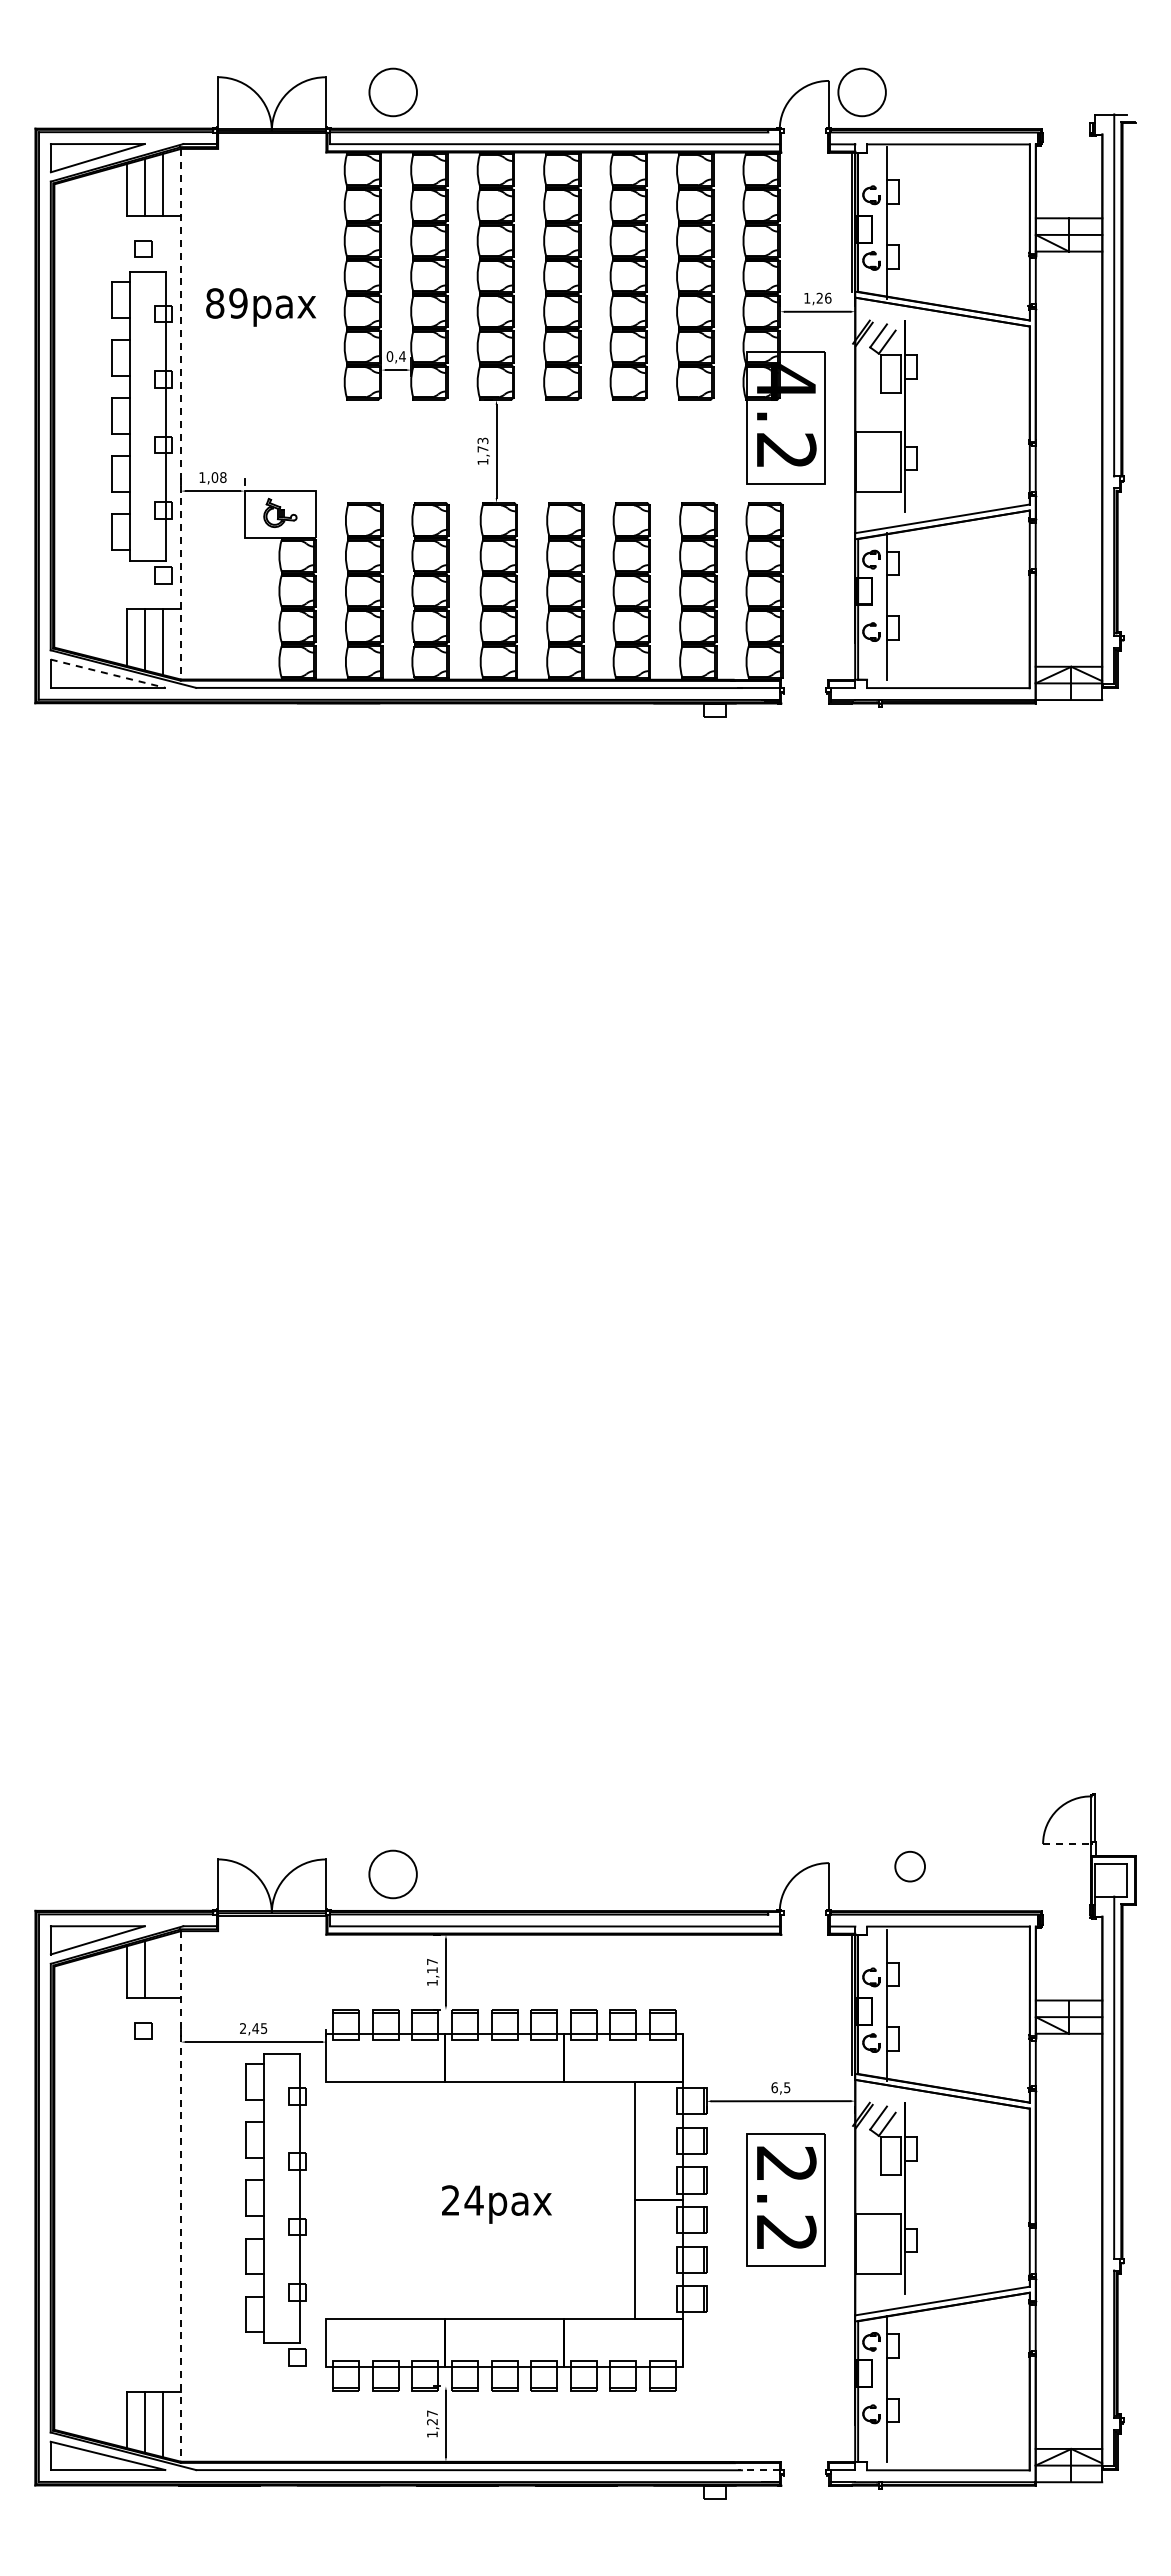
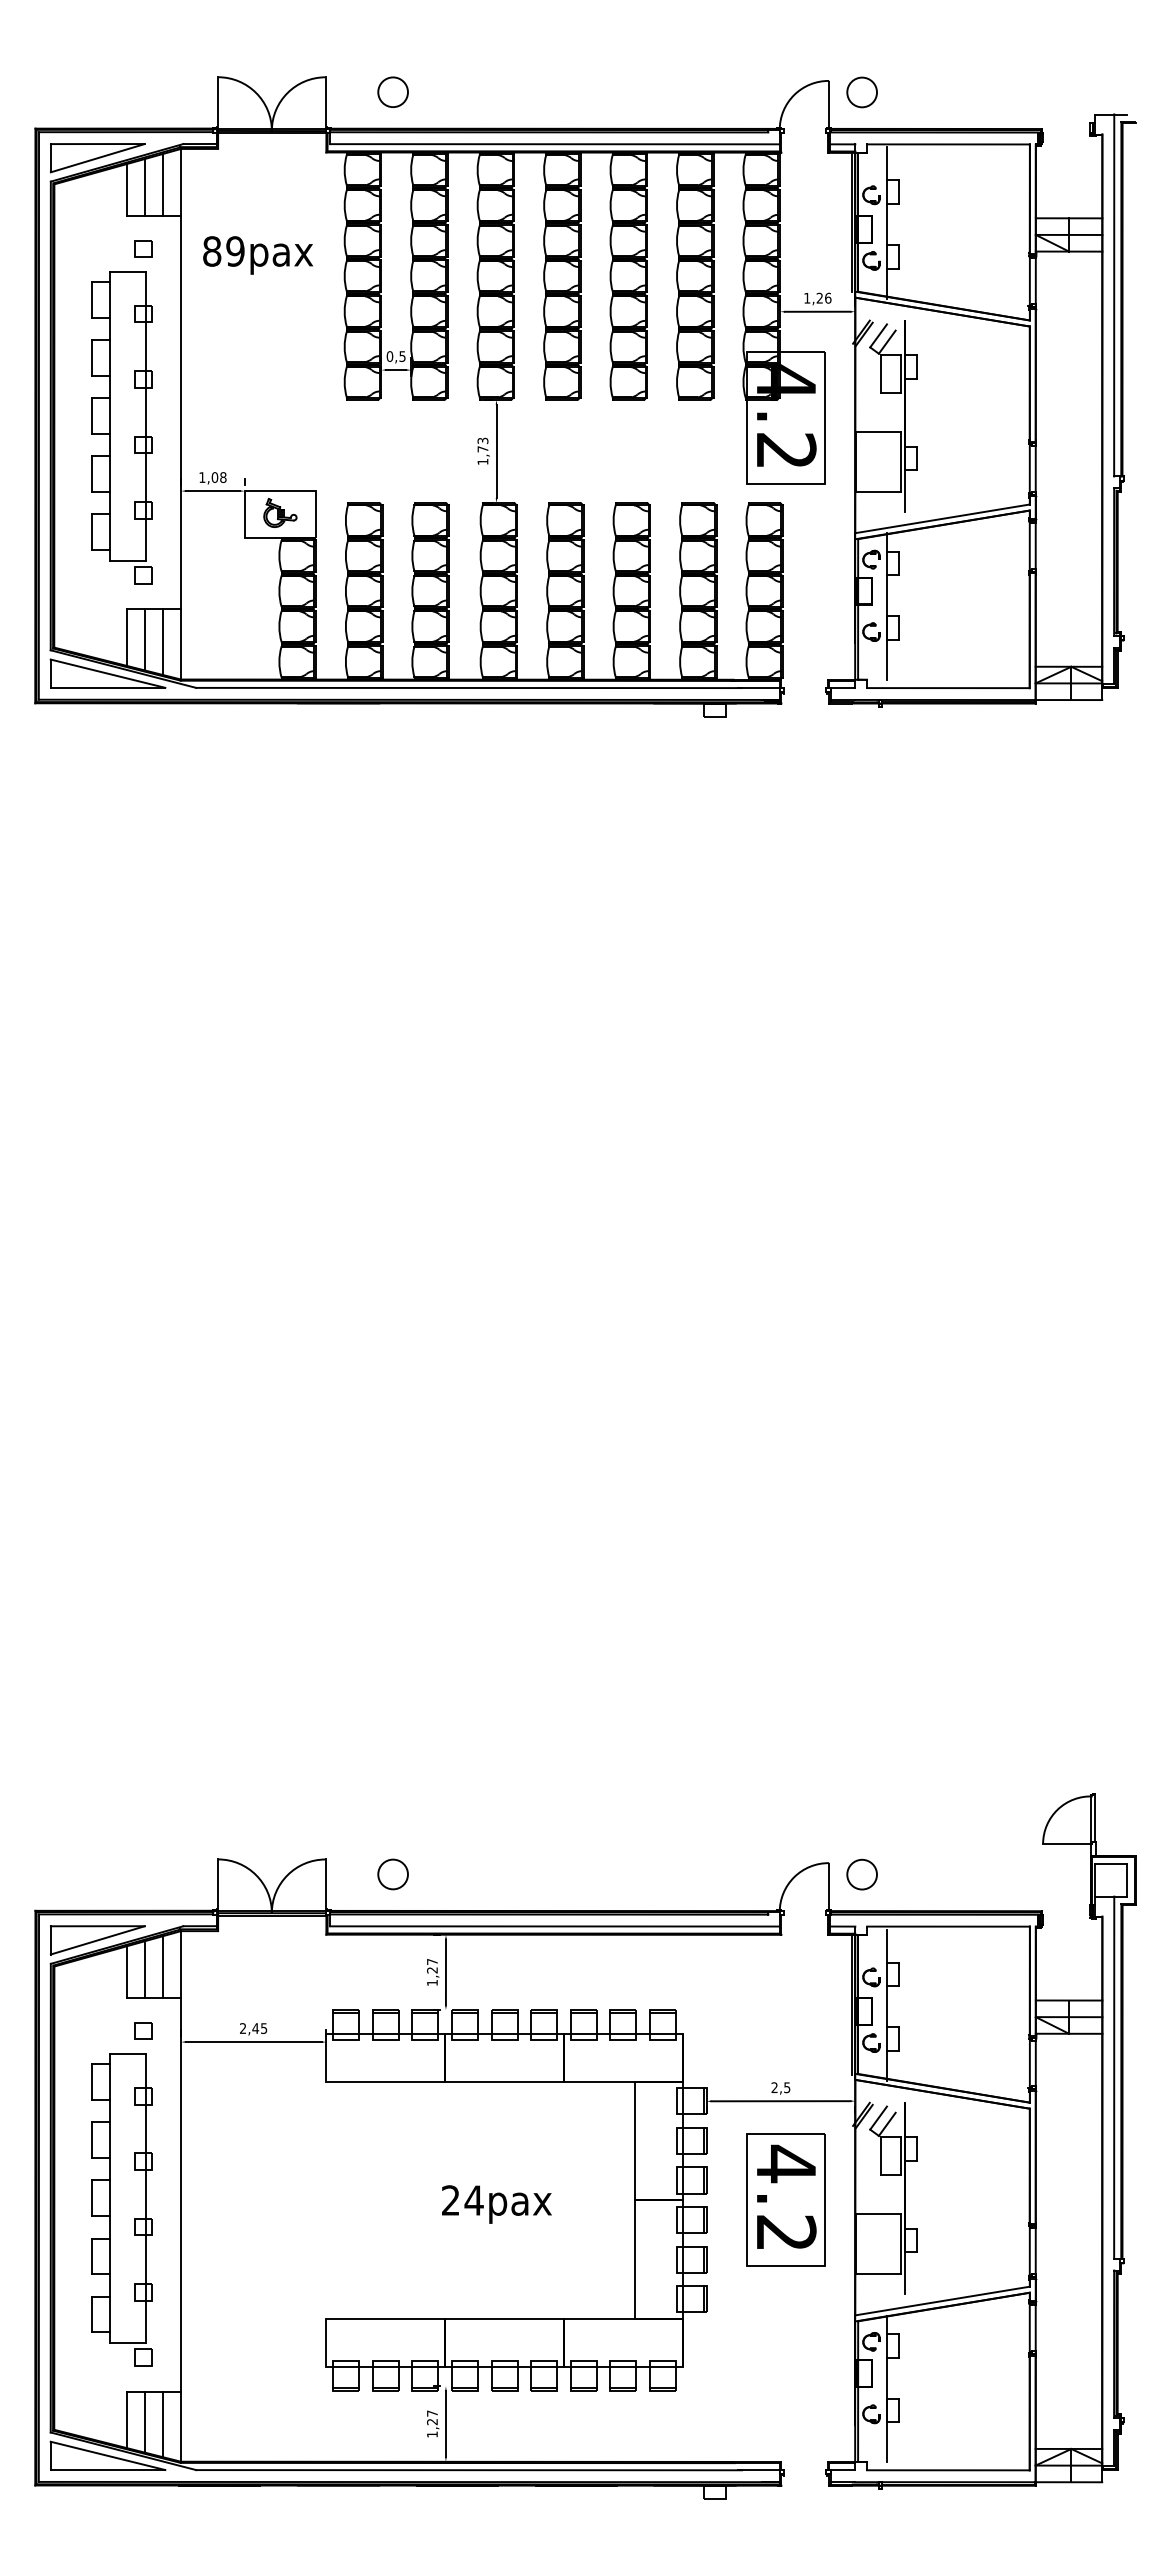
circle at (392, 92) size: 50x51 px -> 32x32 px
circle at (861, 92) diameter: 48 px -> 30 px
text at (261, 307) position: (261, 307) -> (258, 255)
text at (402, 356): 0,4 -> 0,5
line at (180, 414): dashed -> solid
part at (141, 427) position: (141, 427) -> (121, 427)
line at (108, 673): dashed -> solid
line at (1067, 1844): dashed -> solid
circle at (909, 1866) position: (909, 1866) -> (861, 1874)
circle at (392, 1874) diameter: 48 px -> 30 px
line at (163, 1966): none -> present
text at (432, 1970): 1,17 -> 1,27
text at (774, 2087): 6,5 -> 2,5
text at (786, 2163): 2.2 -> 4.2
line at (180, 2197): dashed -> solid
part at (275, 2209) position: (275, 2209) -> (121, 2209)
line at (759, 2470): dashed -> solid
